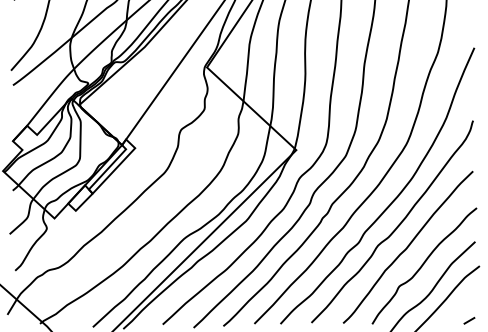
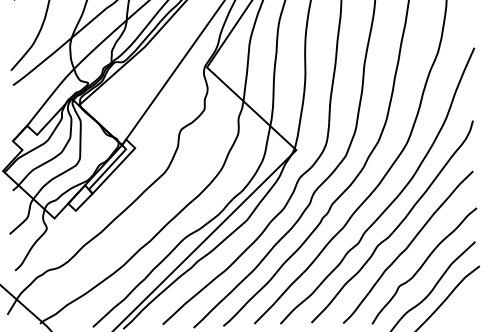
line at (469, 320): present -> none
